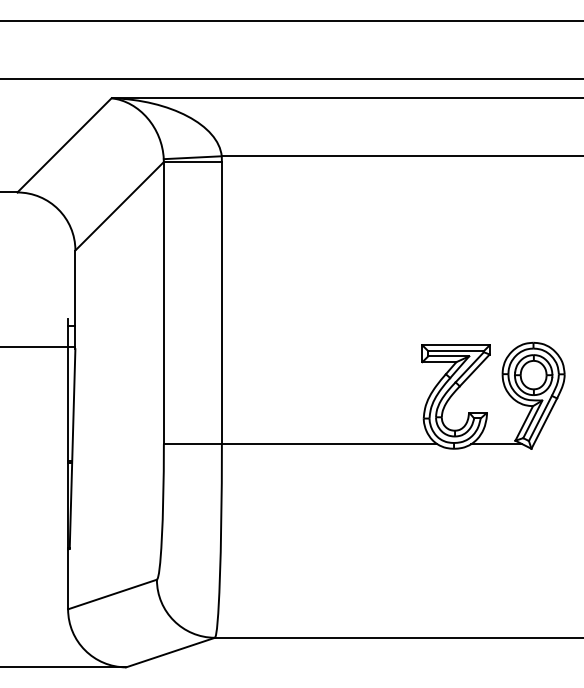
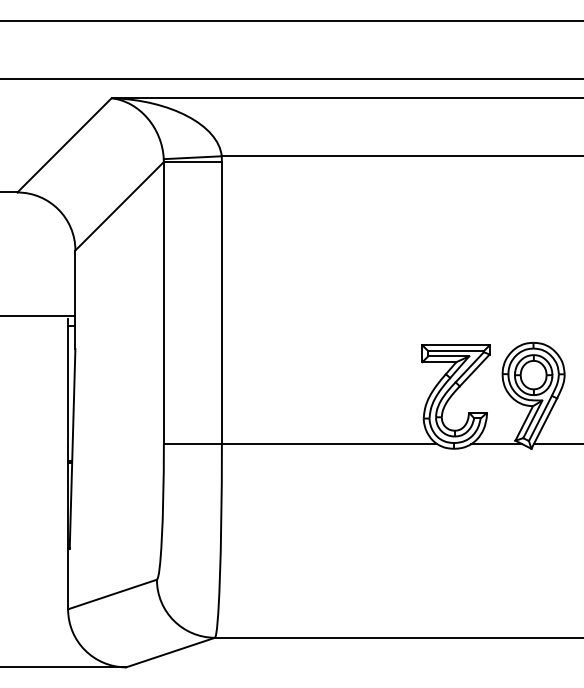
line at (38, 346) position: (38, 346) -> (38, 315)
line at (556, 444): none -> present
